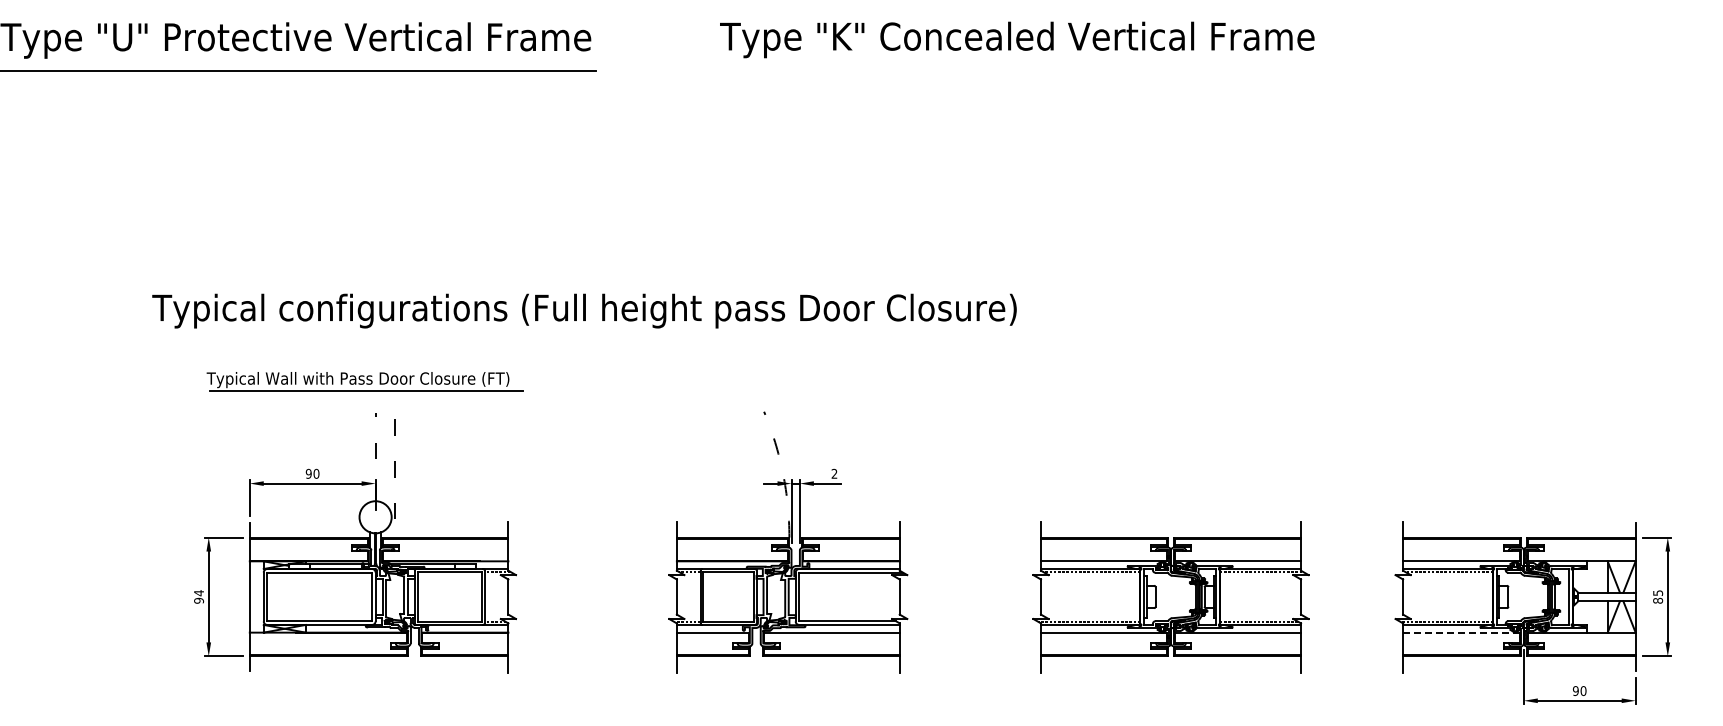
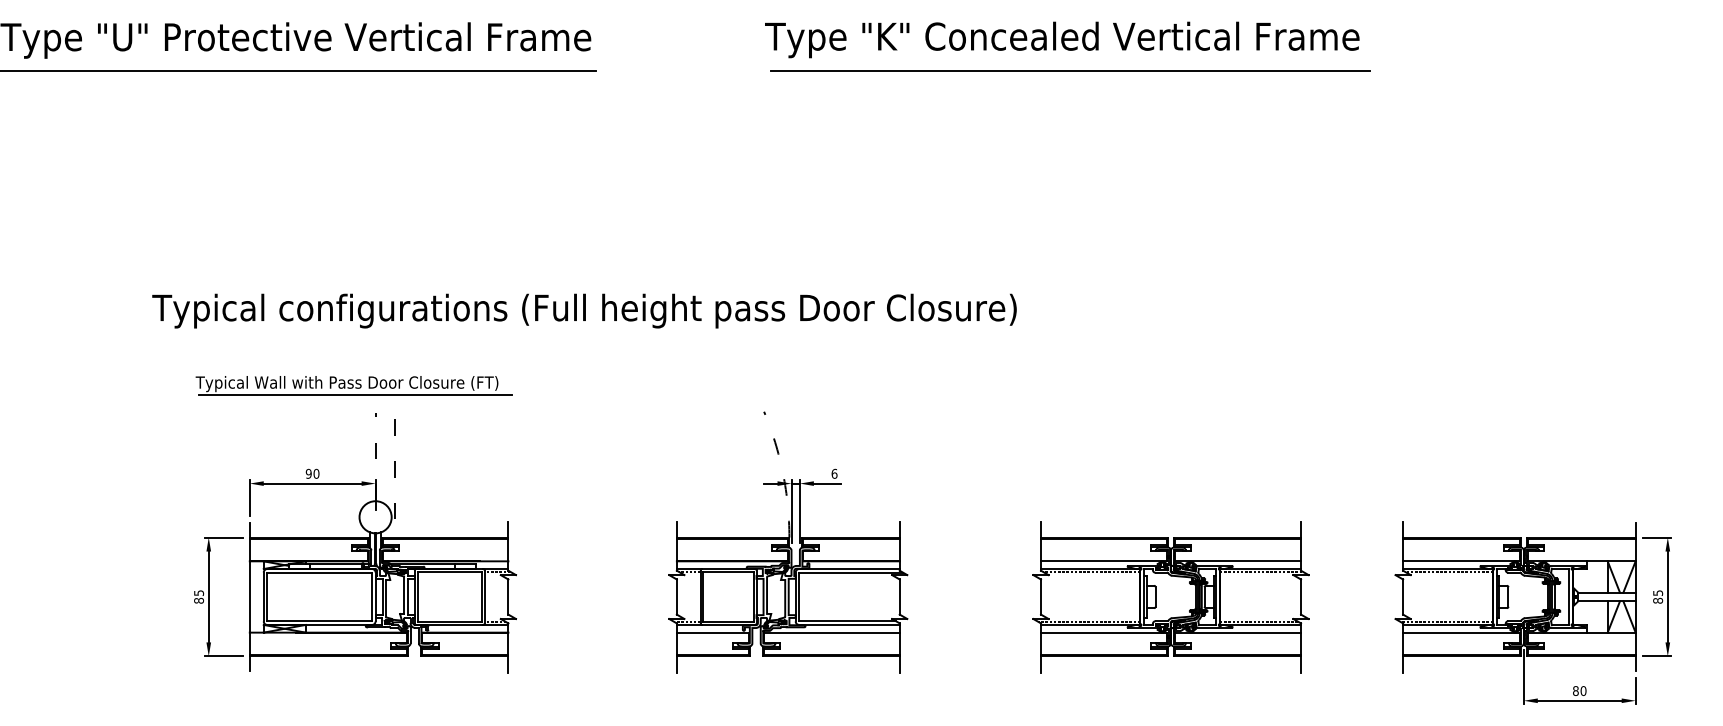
text at (1017, 39) position: (1017, 39) -> (1062, 39)
line at (1070, 70): none -> present
part at (364, 381) position: (364, 381) -> (353, 385)
text at (834, 473): 2 -> 6
text at (199, 596): 94 -> 85
line at (1460, 632): dashed -> solid
text at (1575, 690): 90 -> 80
